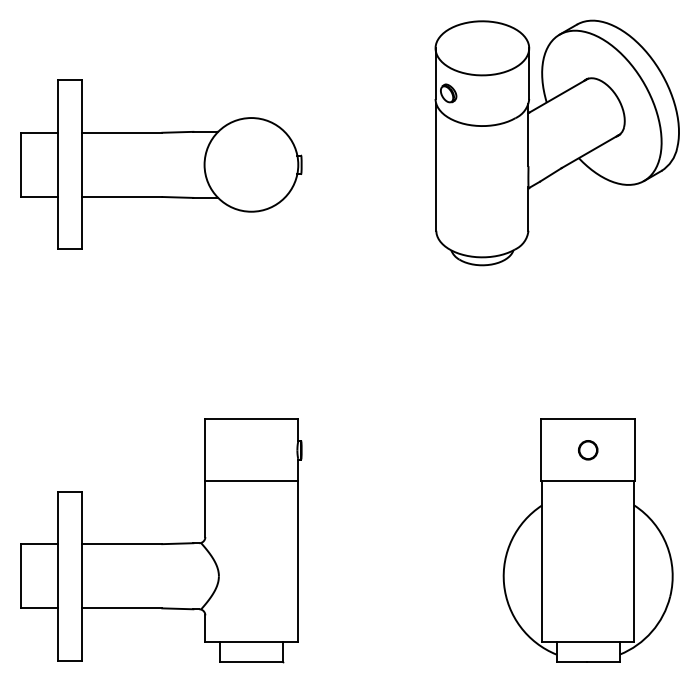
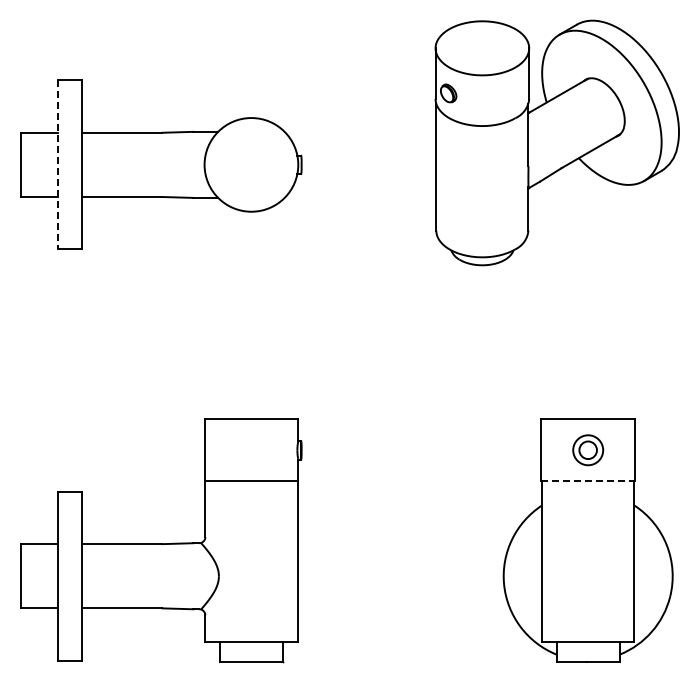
line at (57, 165): solid -> dashed
circle at (587, 449) diameter: 19 px -> 30 px
line at (588, 481): solid -> dashed
